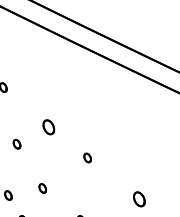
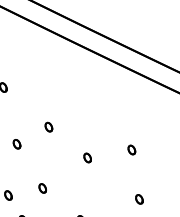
part at (48, 127) size: 14x17 px -> 10x12 px
part at (131, 149): none -> present
part at (139, 199) size: 13x17 px -> 9x11 px
